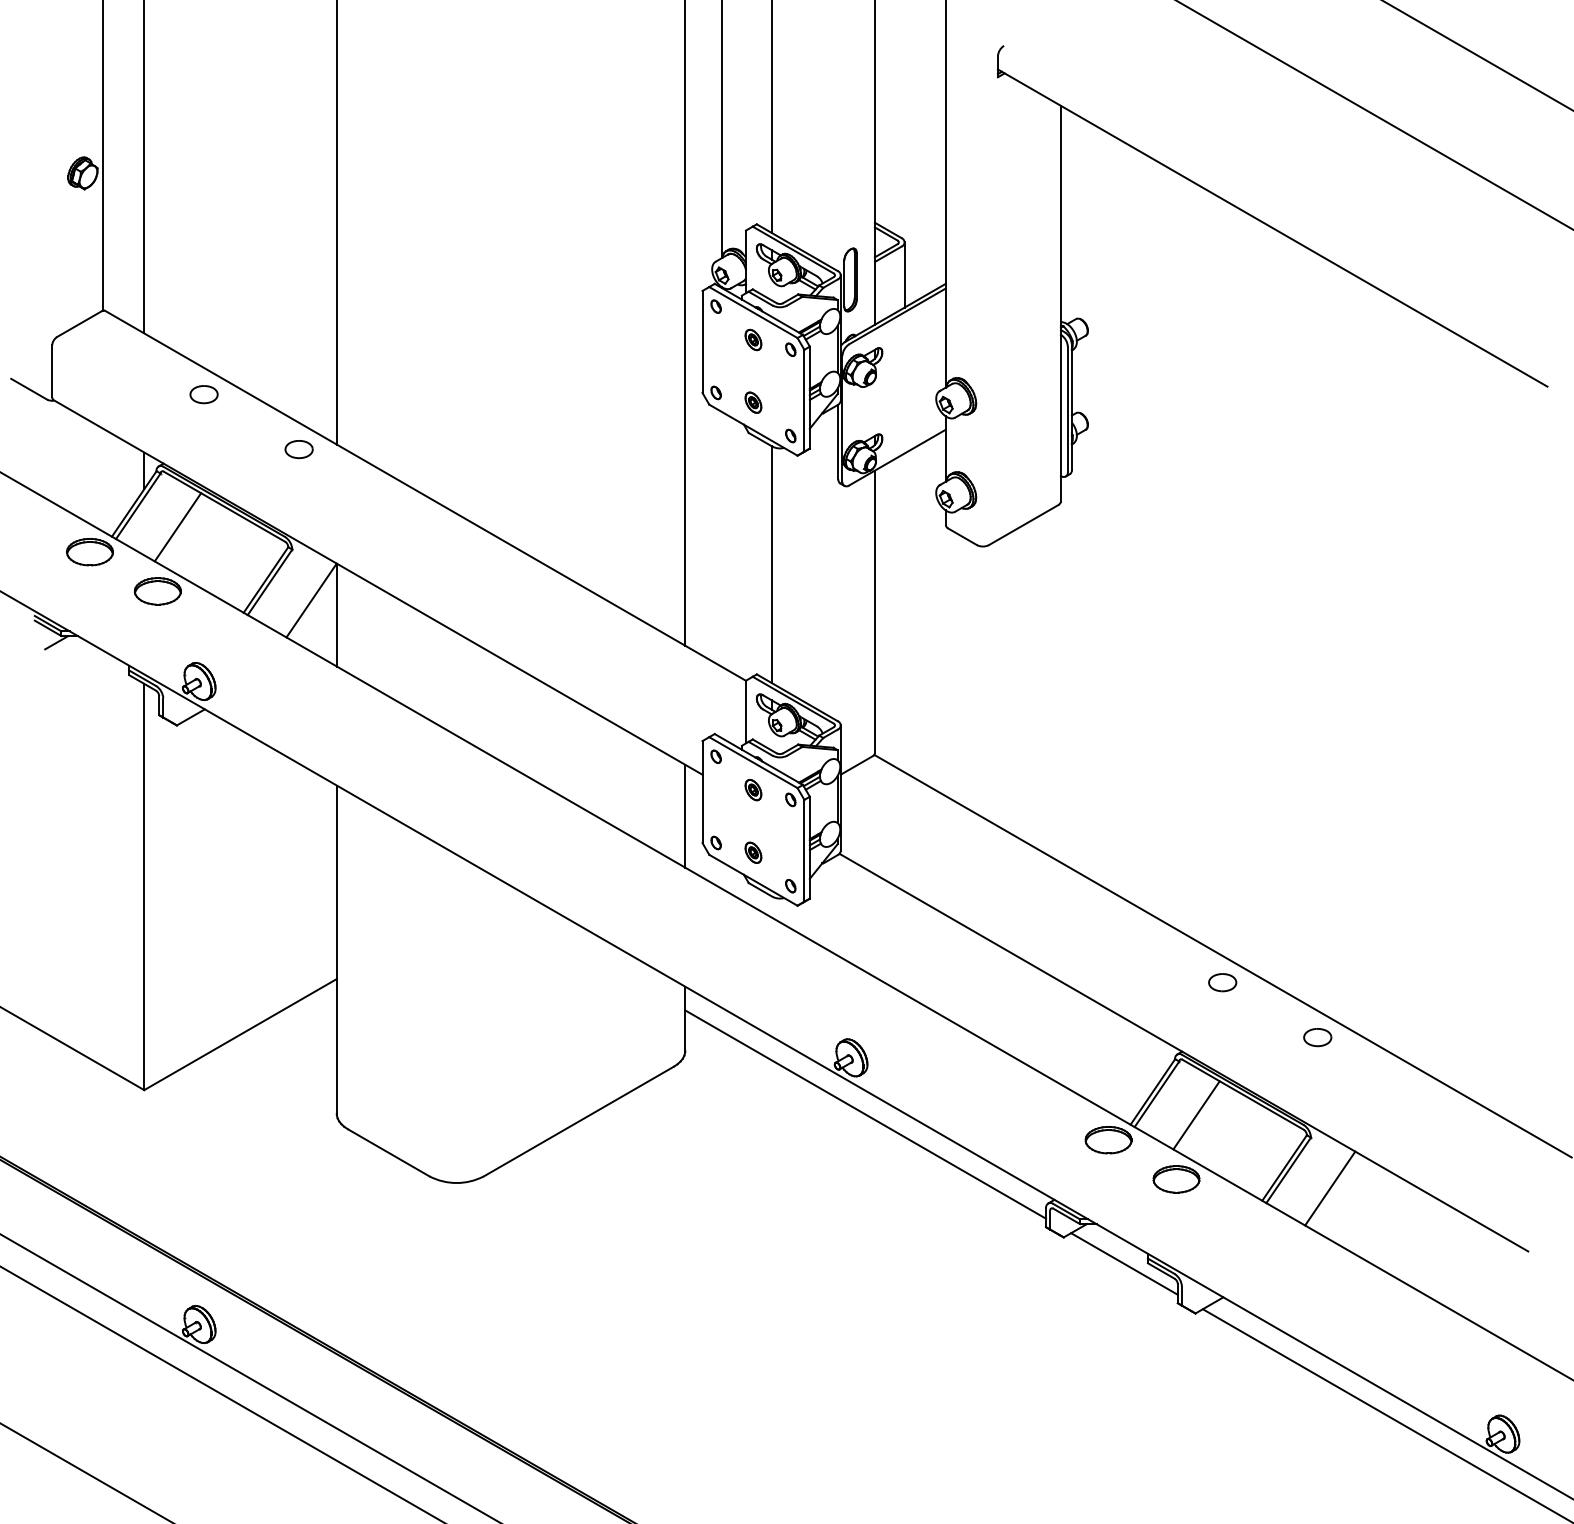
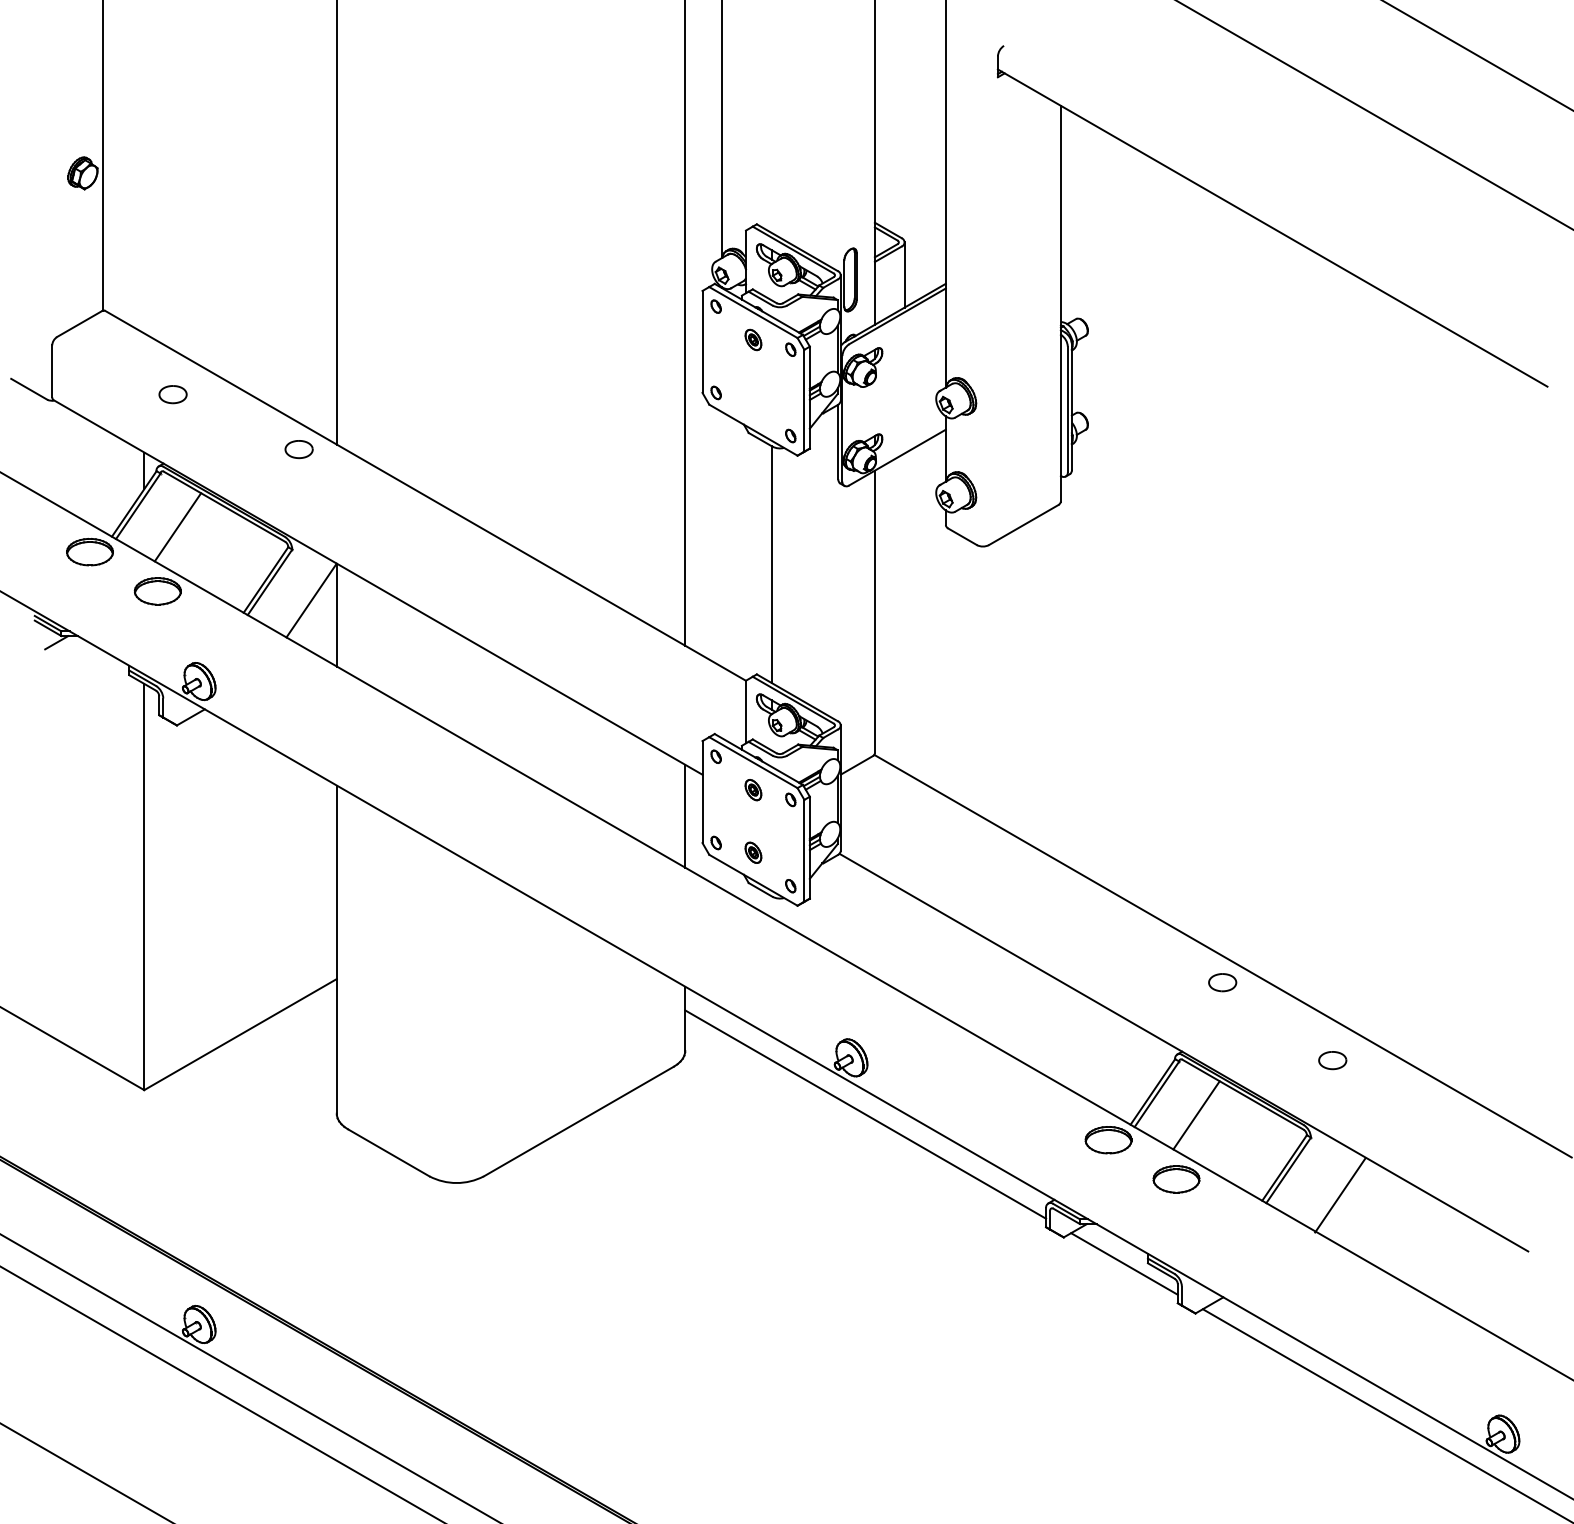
line at (771, 117): present -> none
line at (144, 167): present -> none
part at (203, 394) position: (203, 394) -> (172, 394)
part at (753, 402): present -> none
part at (1317, 1037) position: (1317, 1037) -> (1332, 1060)
line at (1330, 1188) position: (1330, 1188) -> (1340, 1195)
